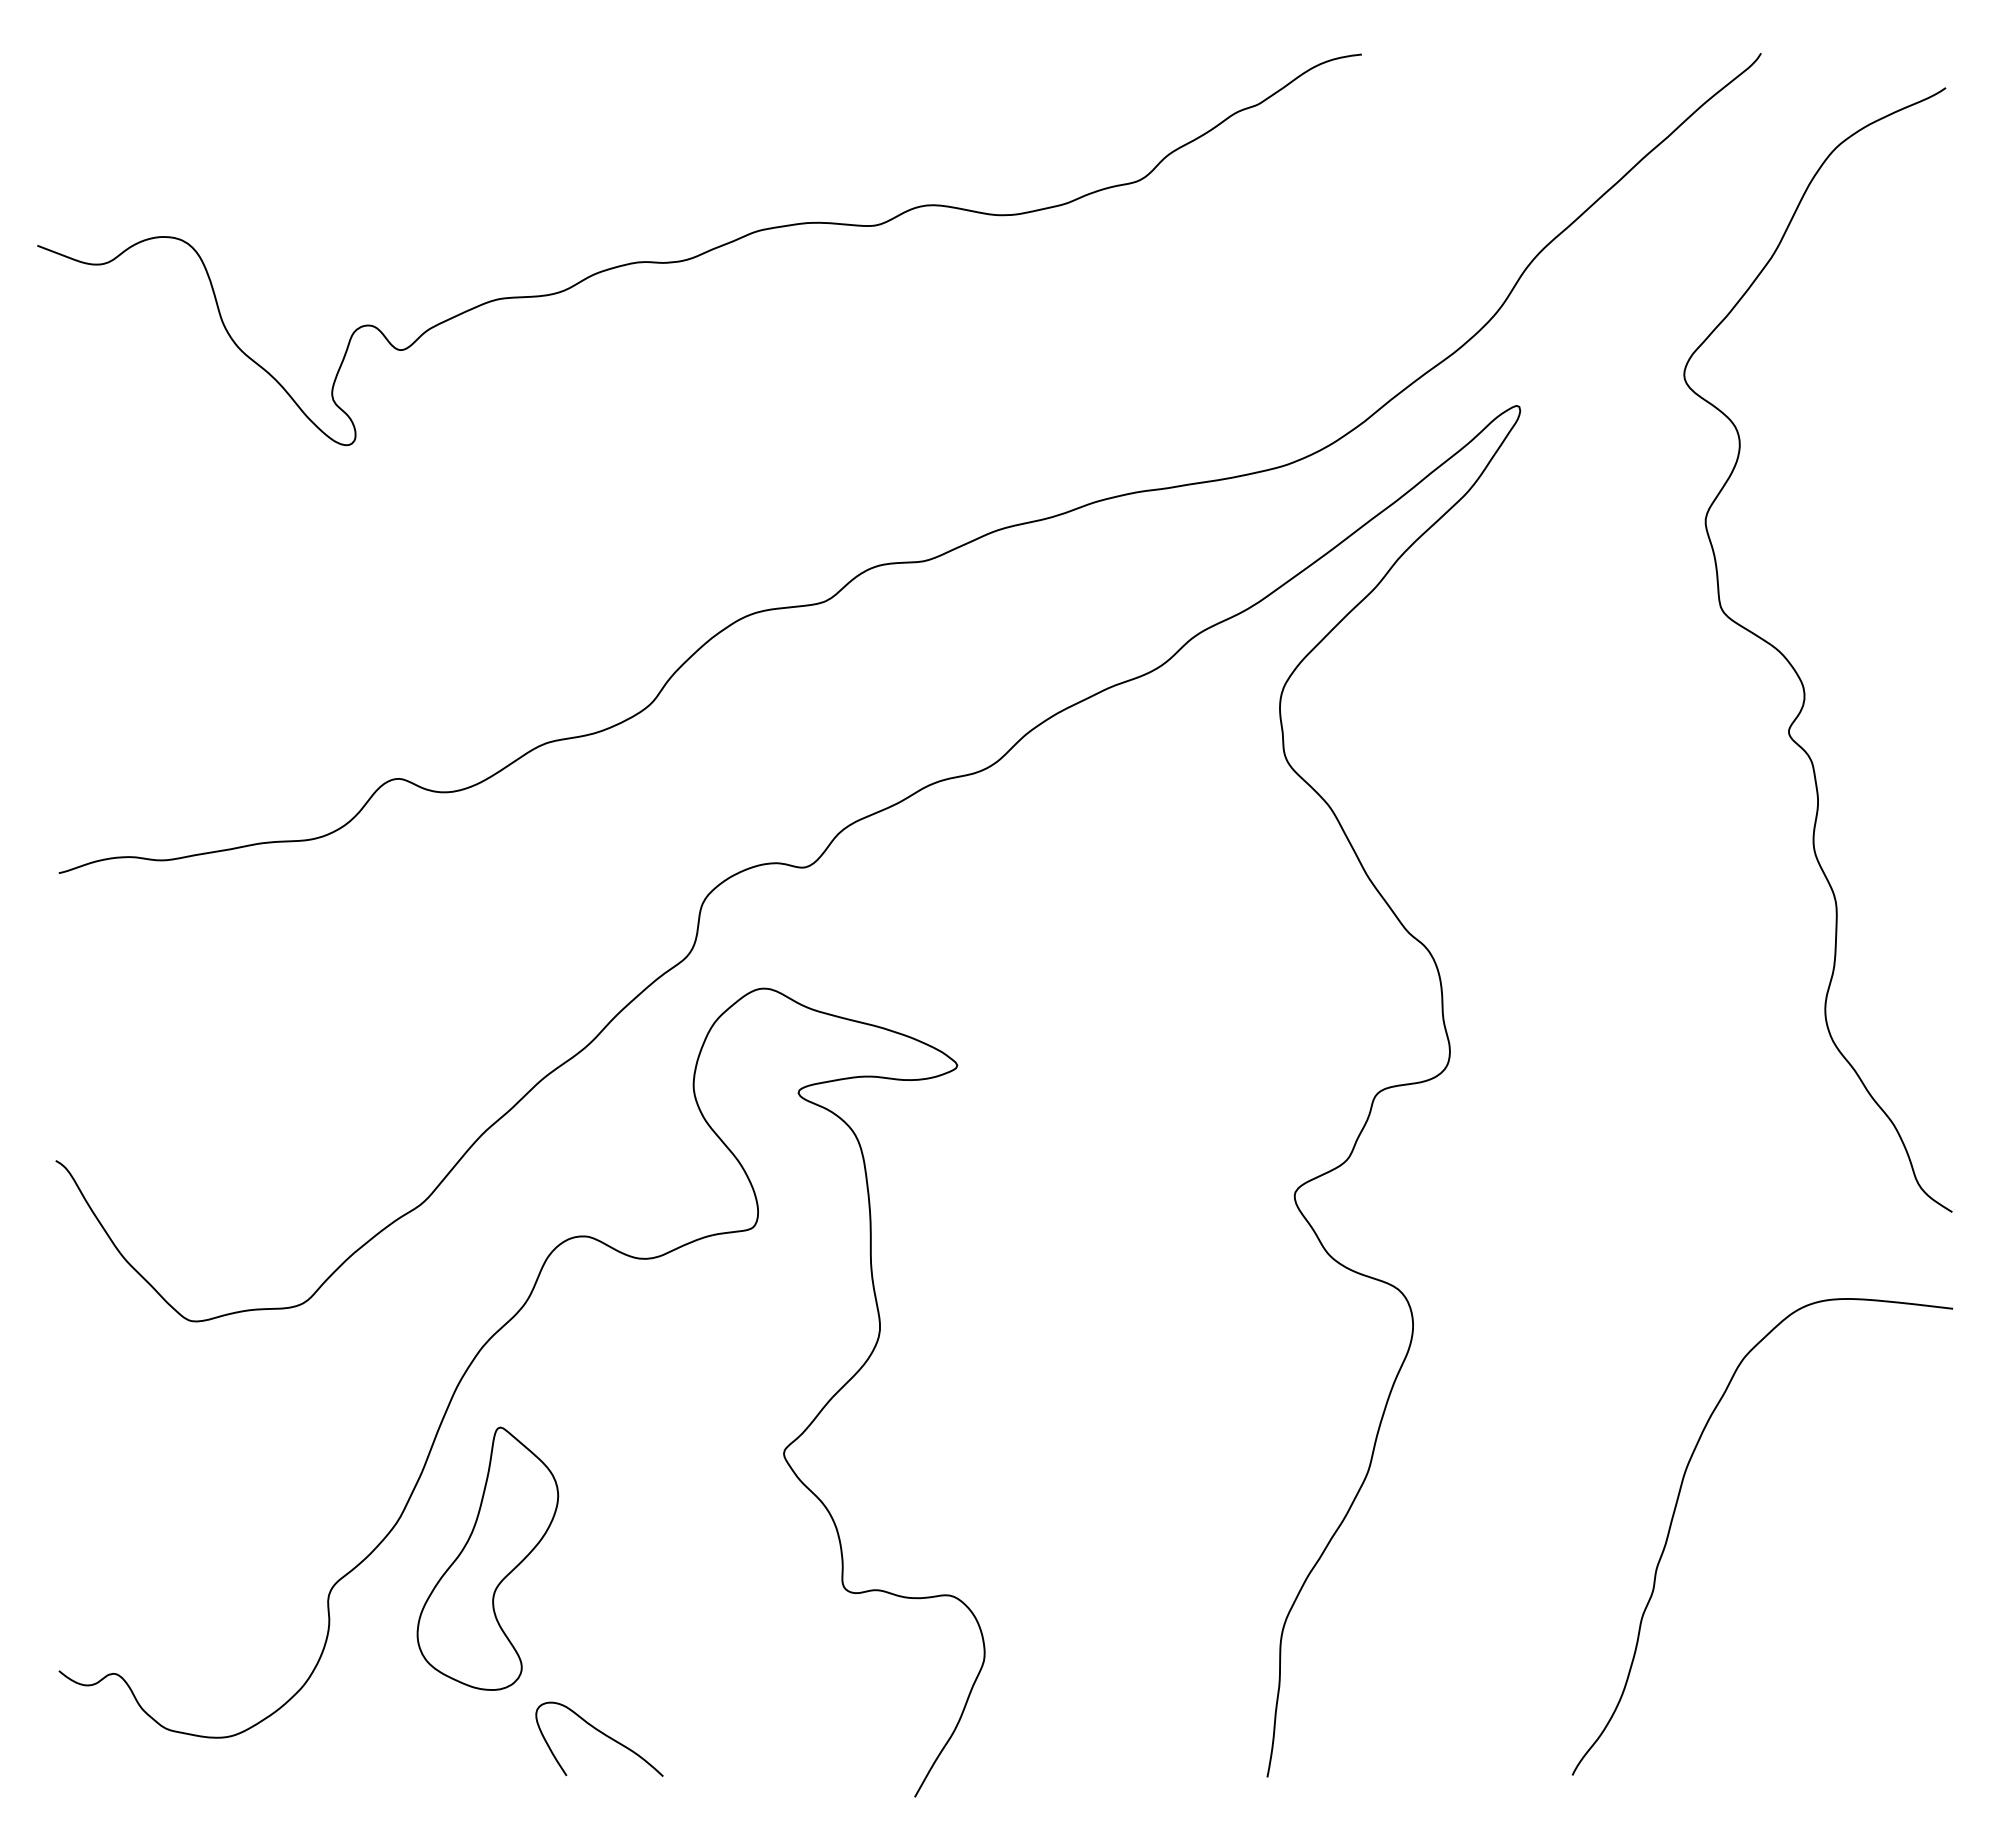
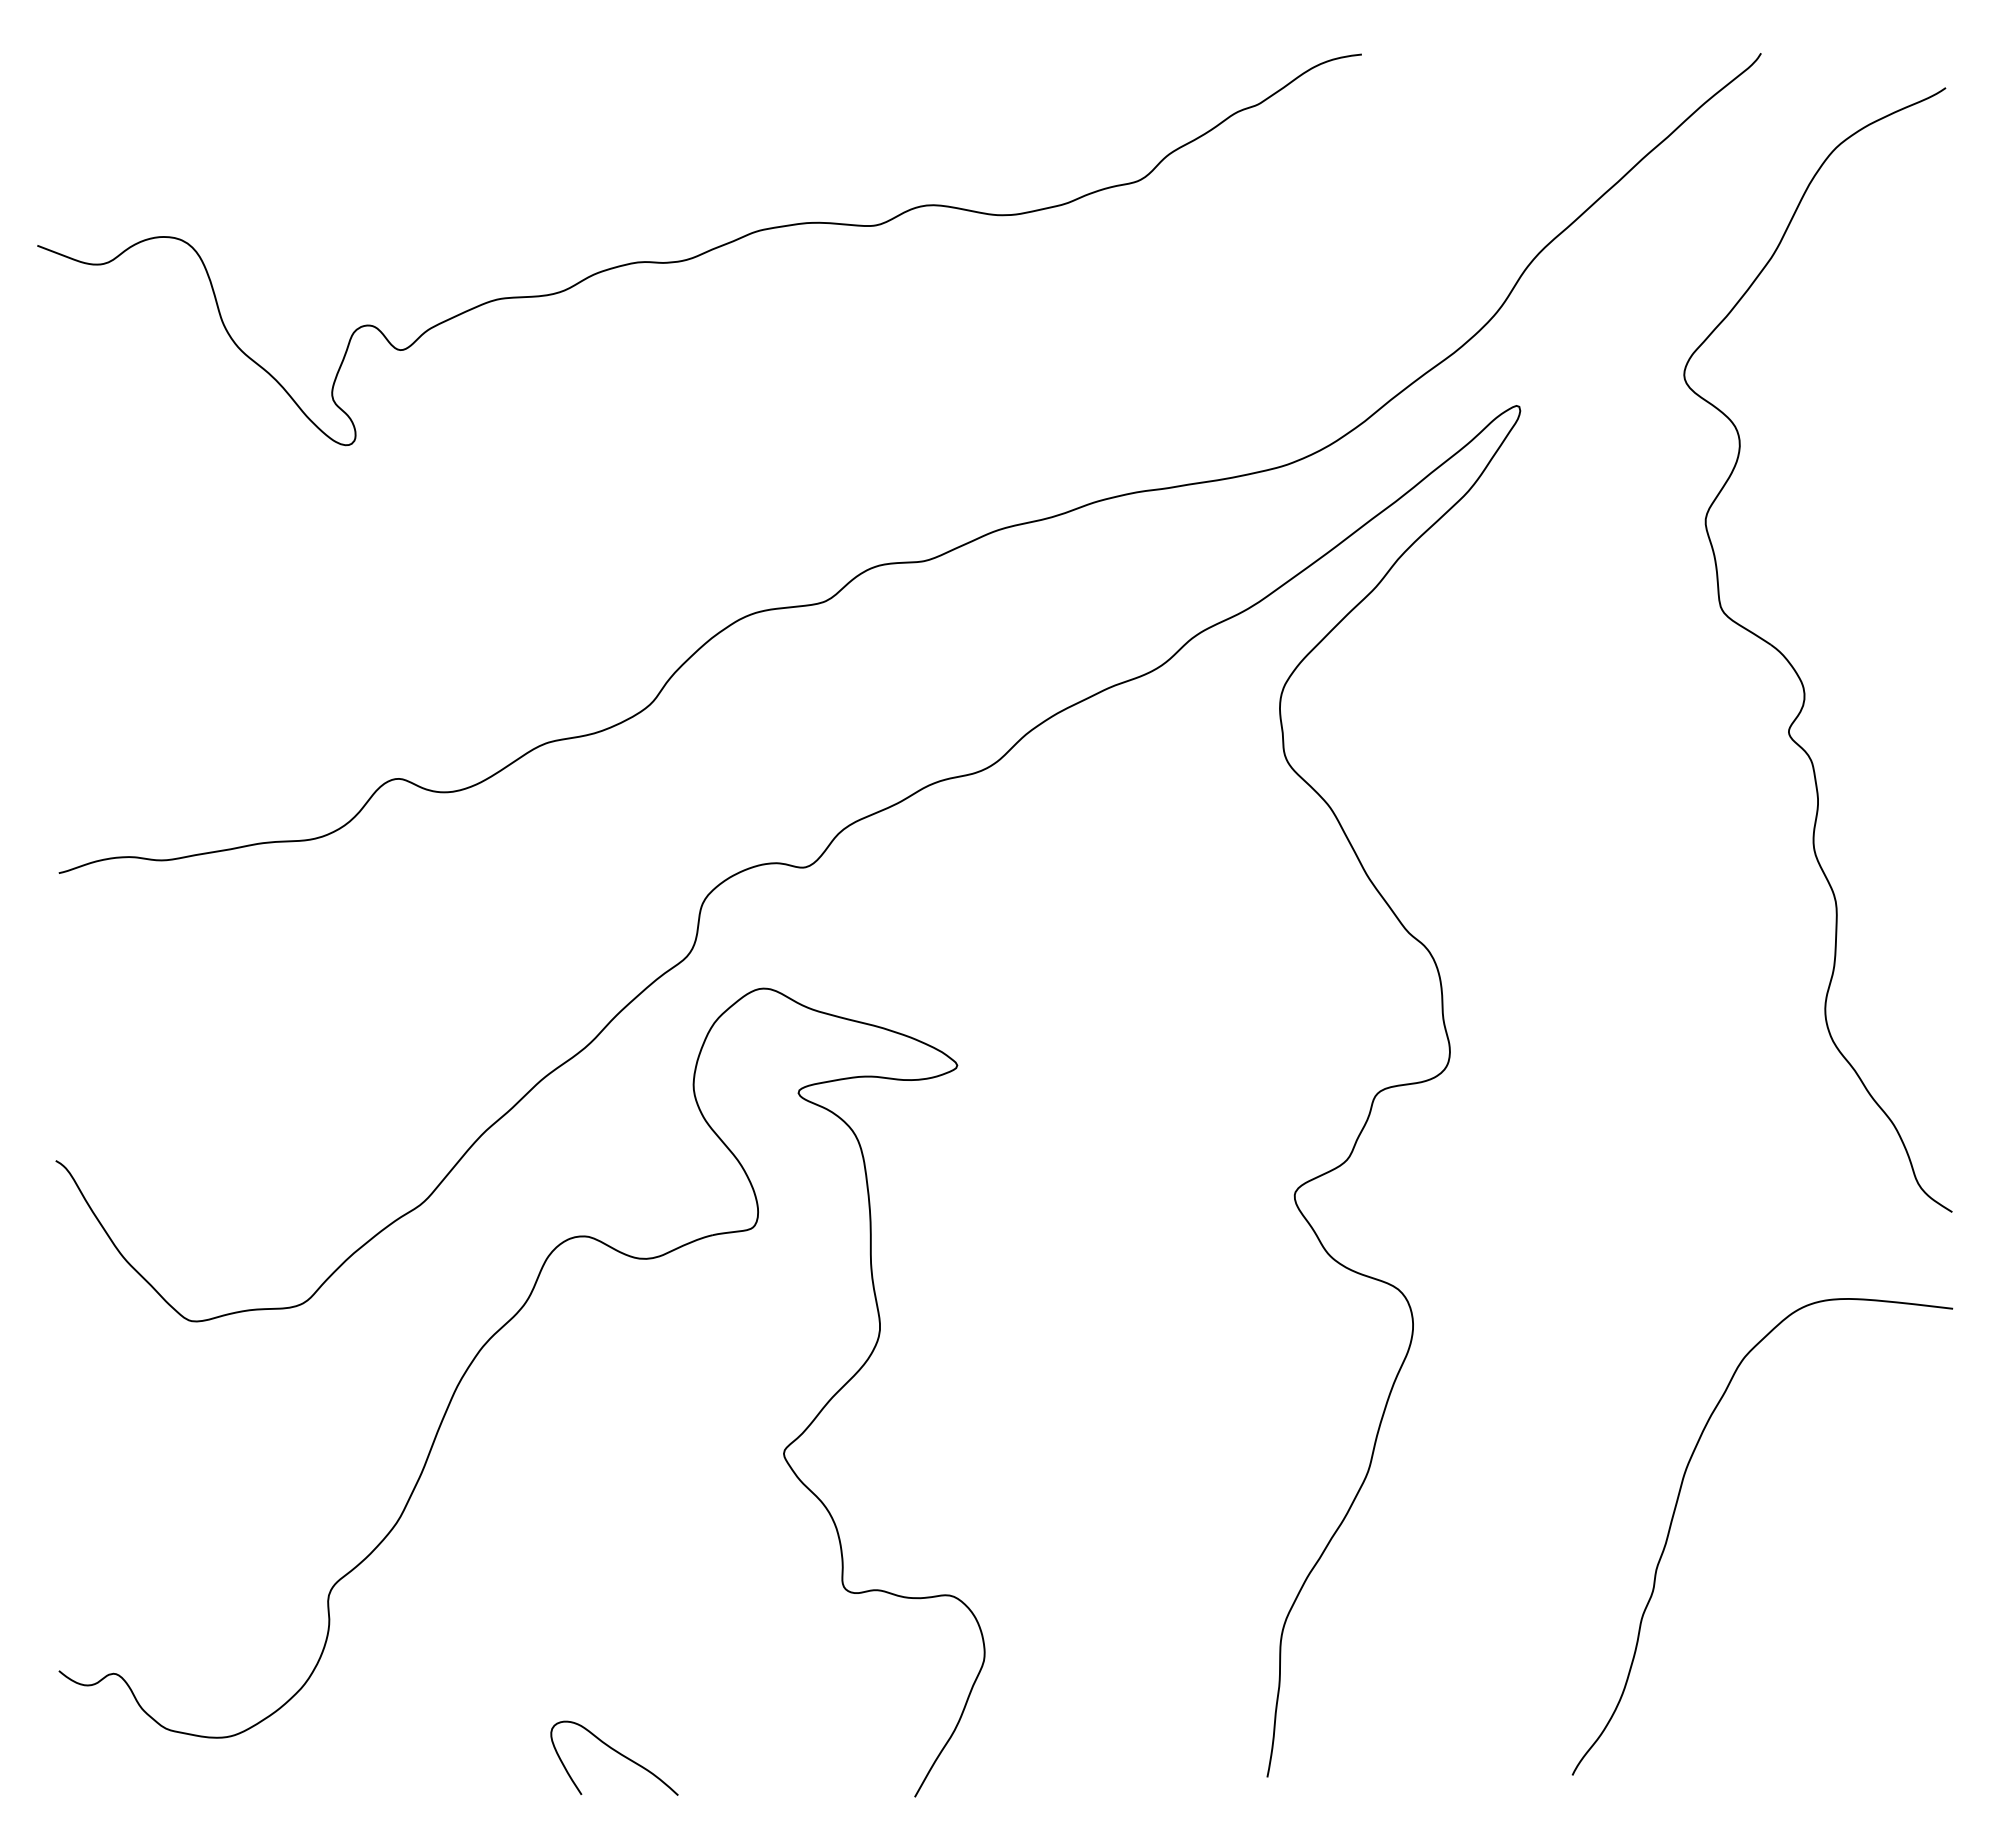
part at (487, 1558): present -> none
curve at (602, 1734) position: (602, 1734) -> (617, 1753)
